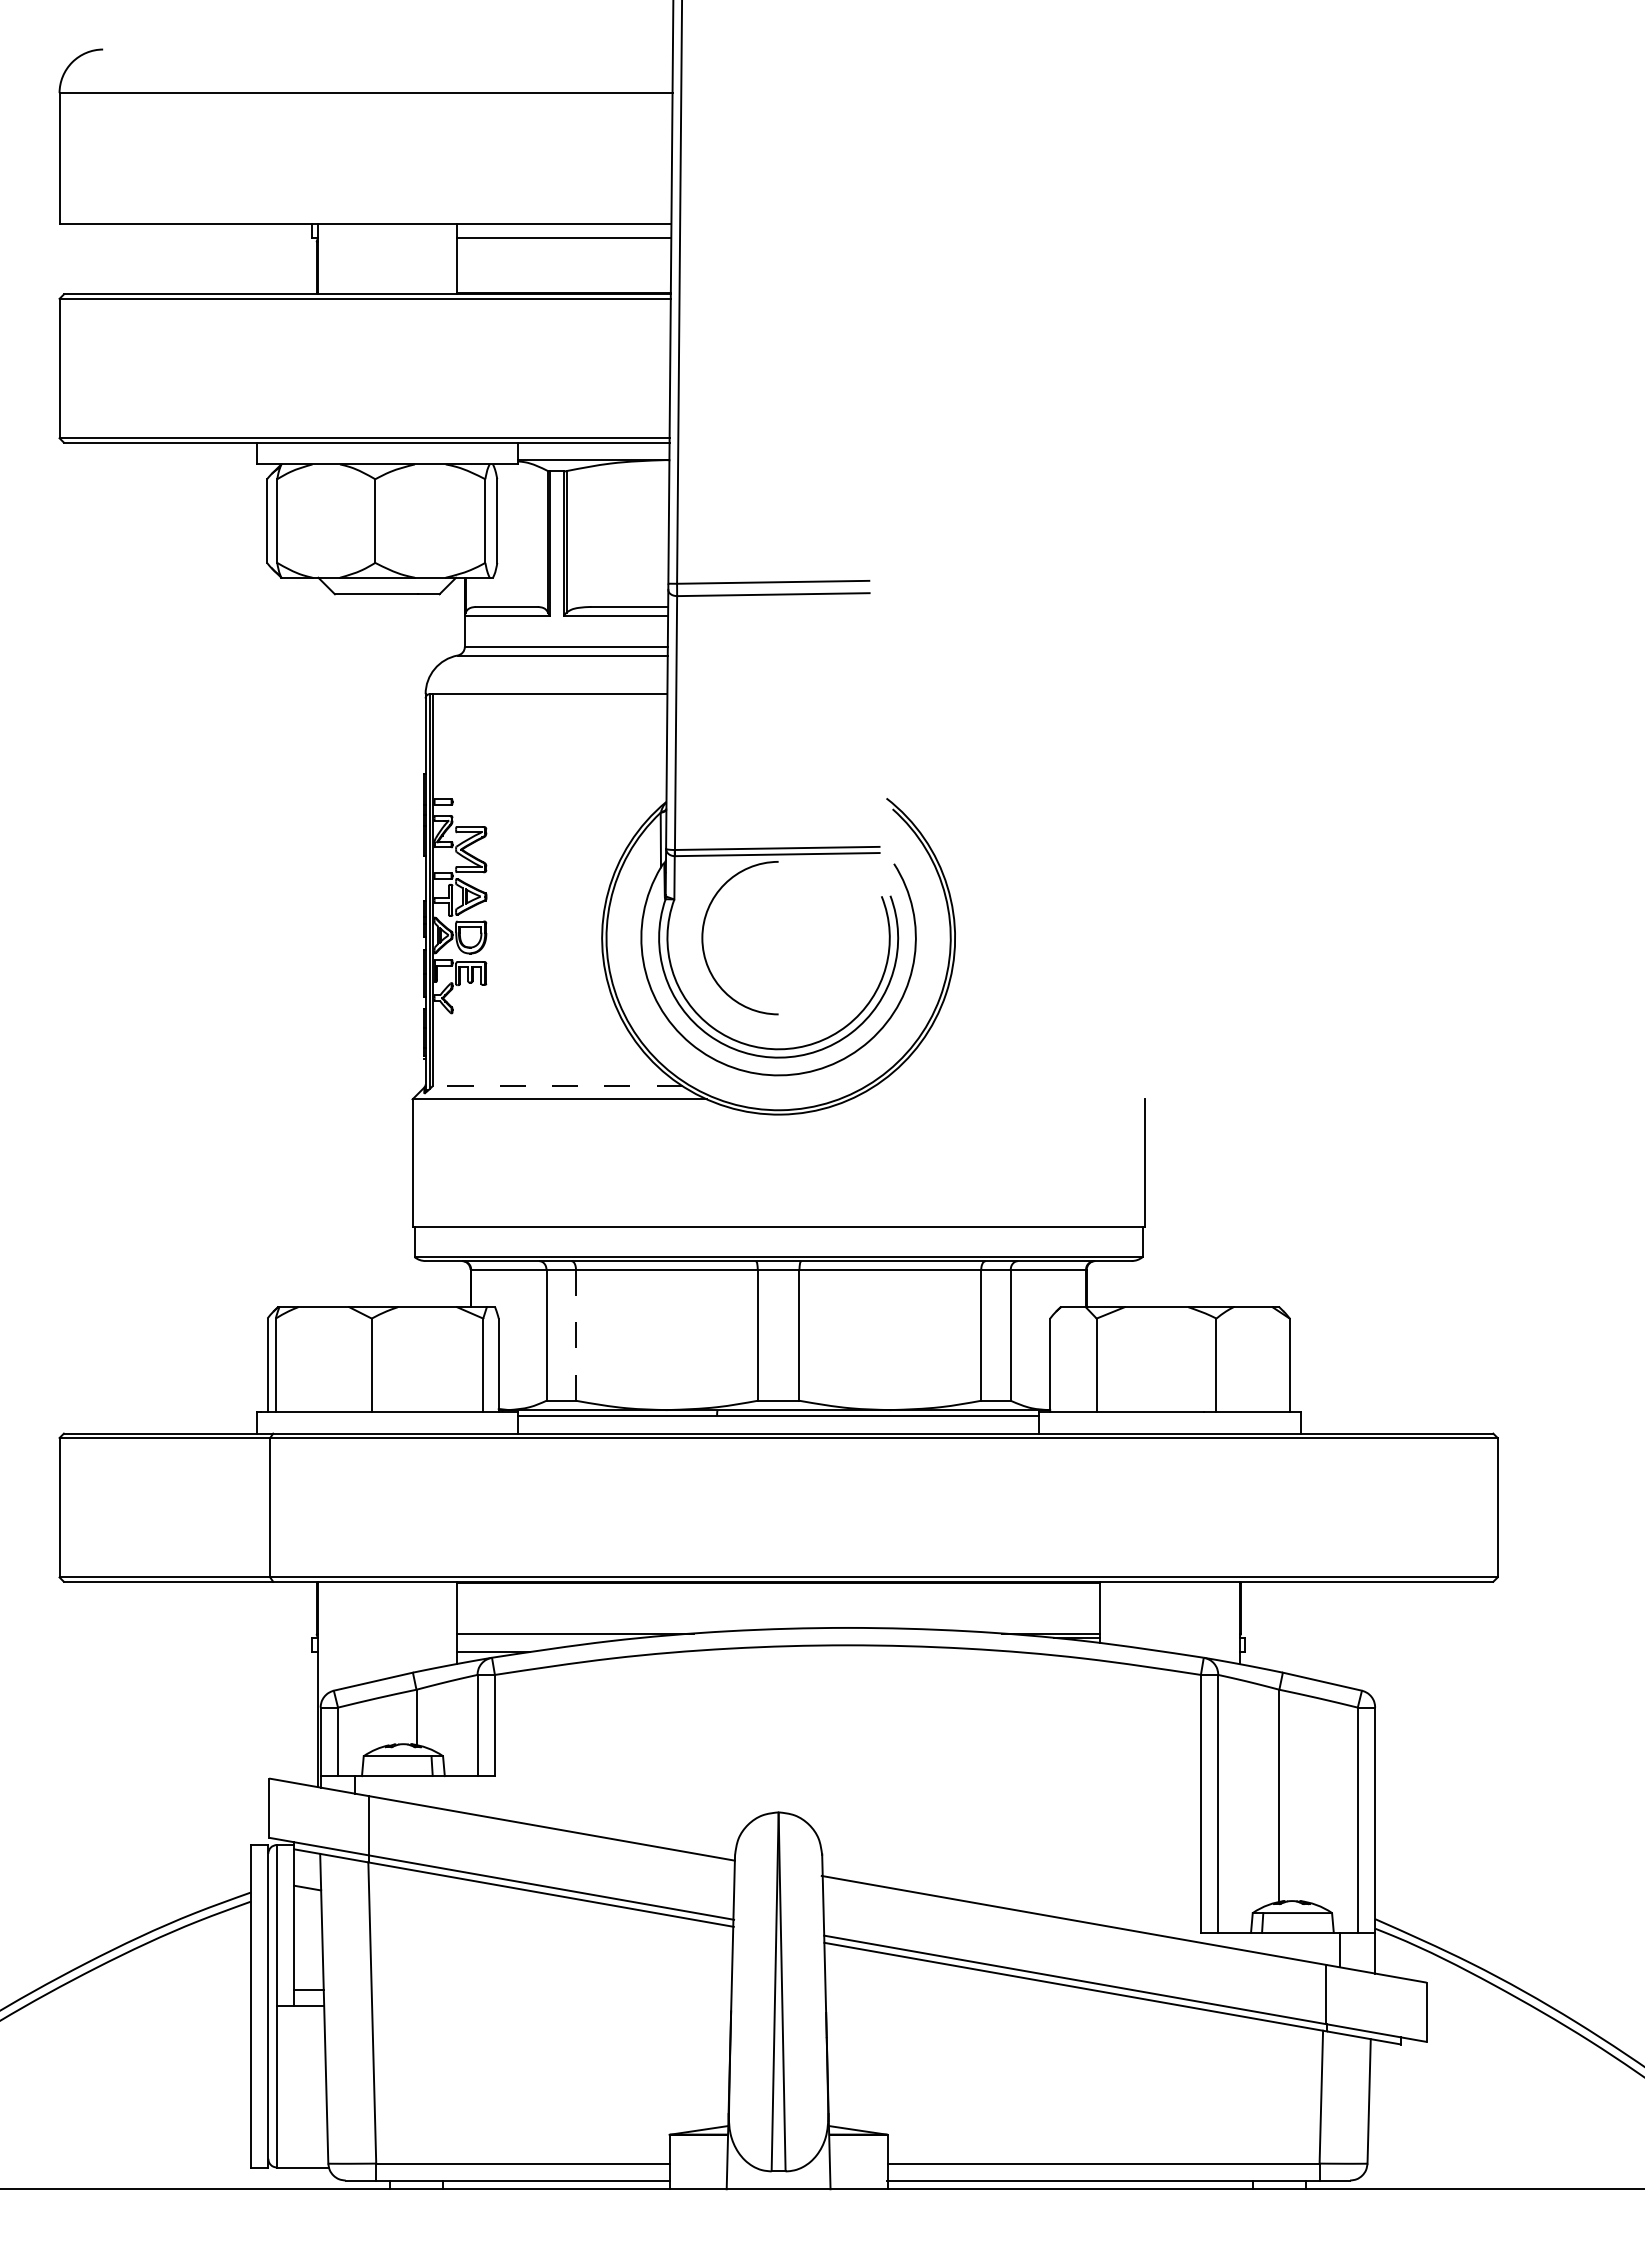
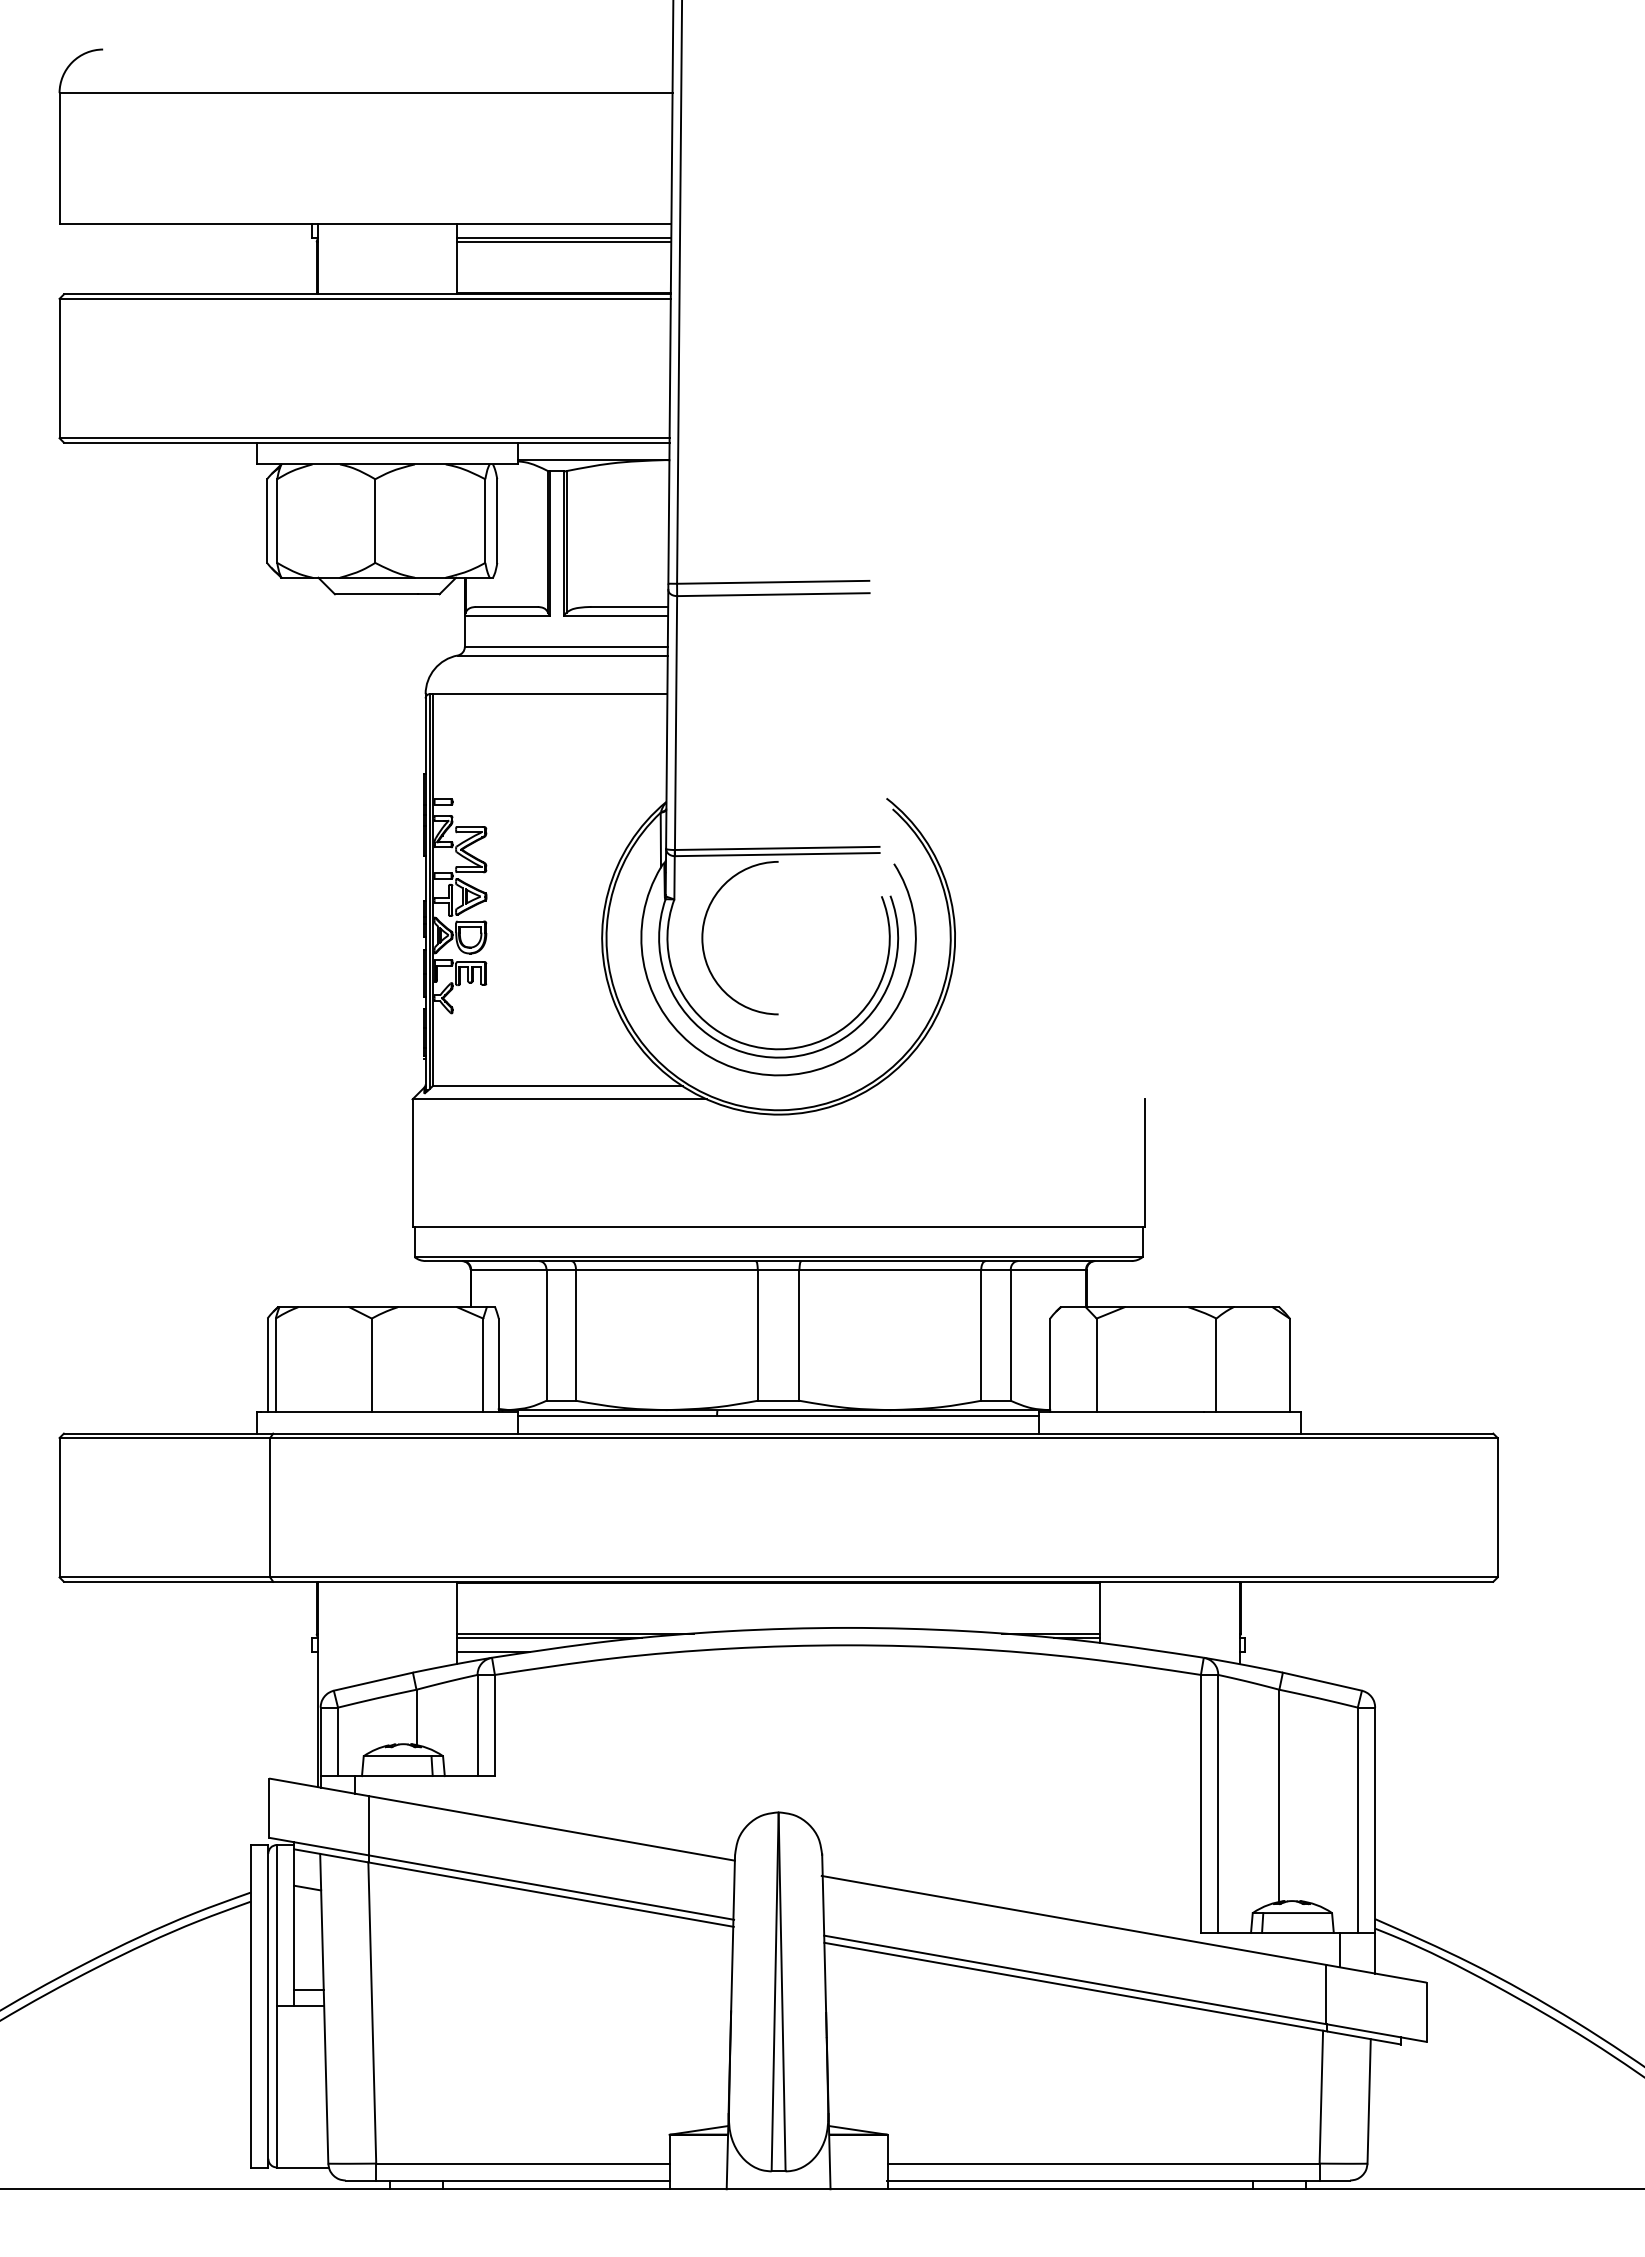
line at (564, 242): none -> present
line at (557, 1086): dashed -> solid
line at (576, 1335): dashed -> solid
line at (549, 1638): none -> present
